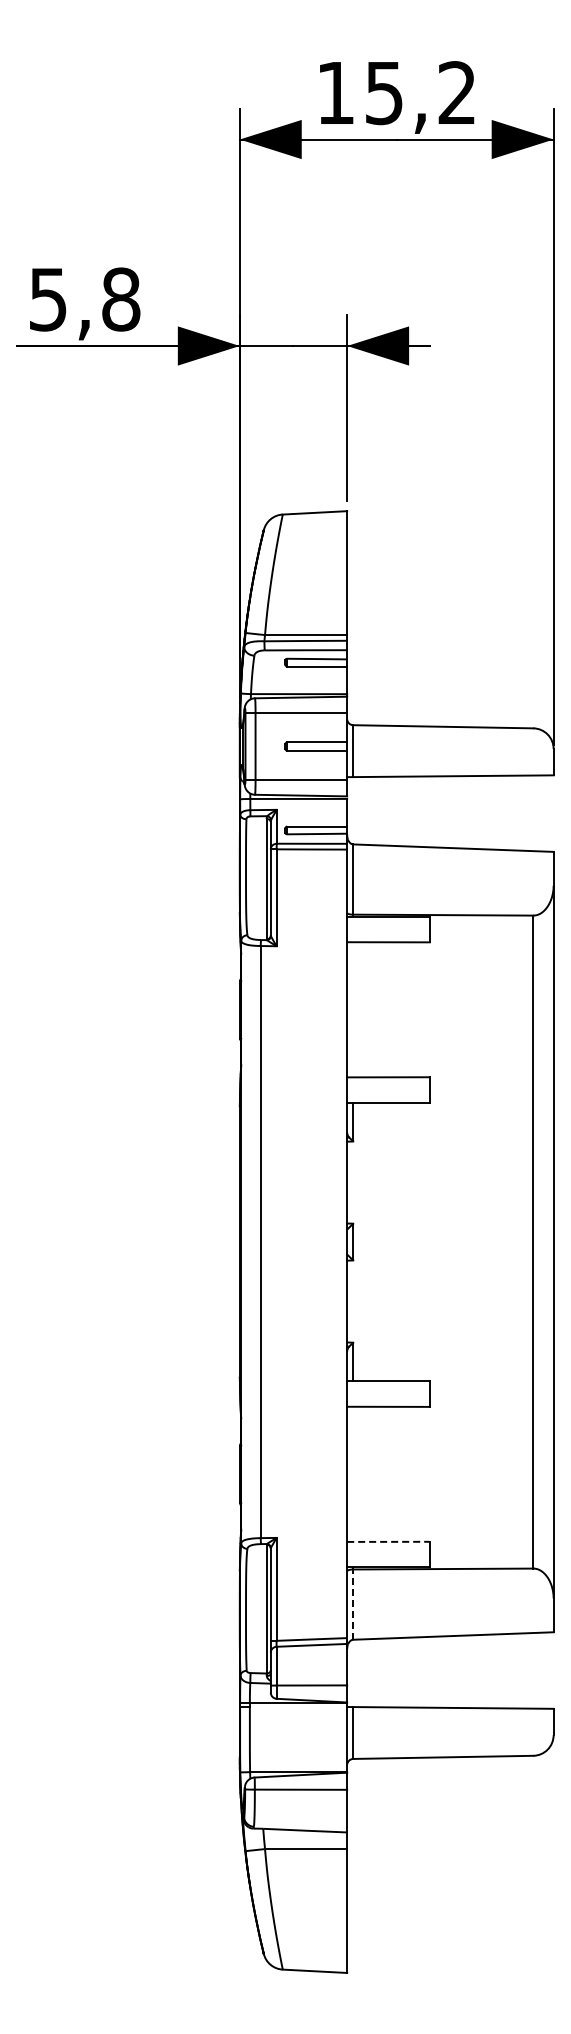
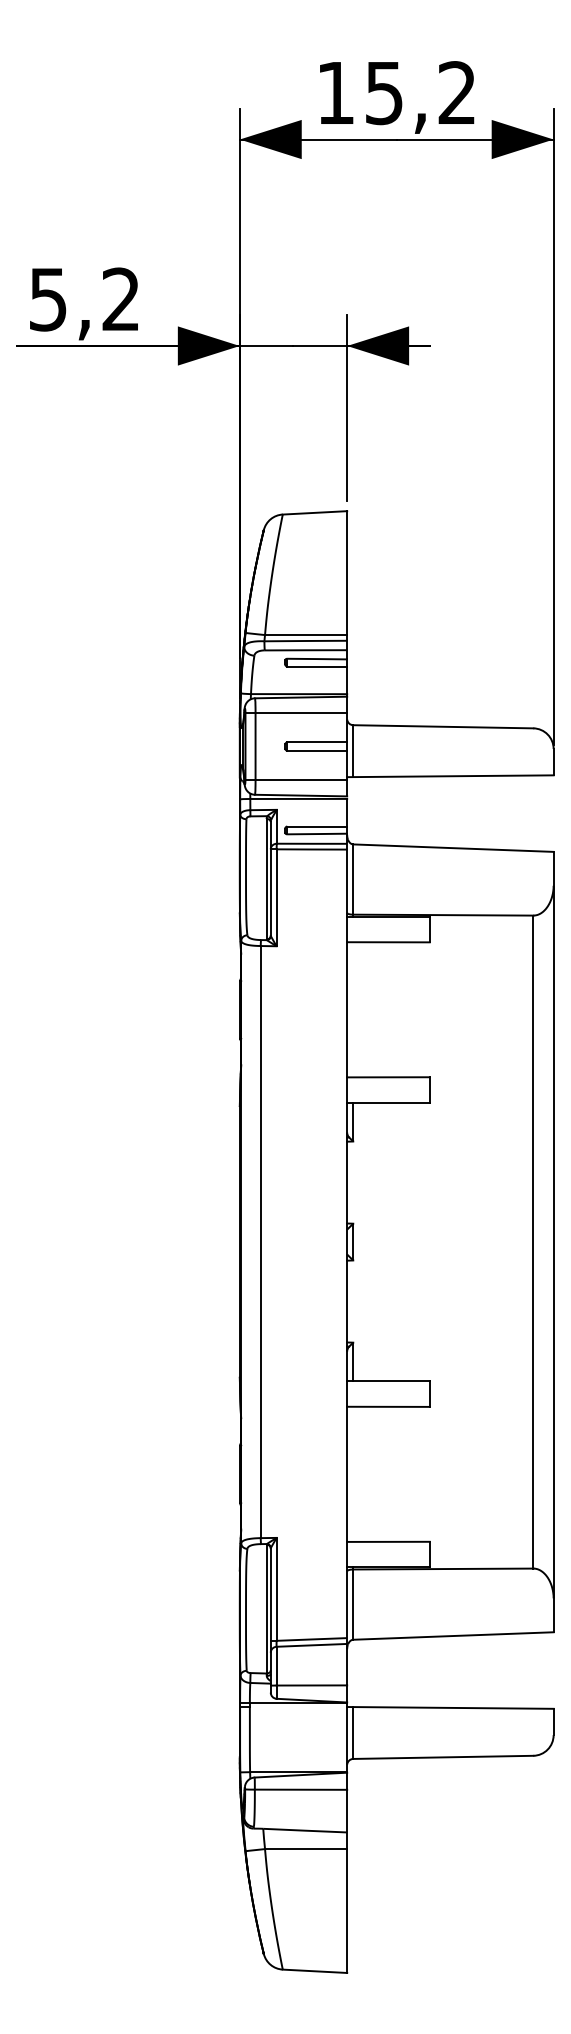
text at (121, 299): 5,8 -> 5,2
line at (388, 1541): dashed -> solid
line at (353, 1604): dashed -> solid
